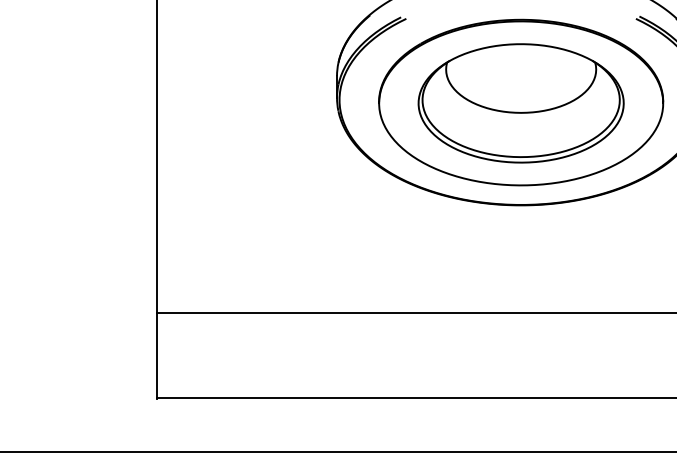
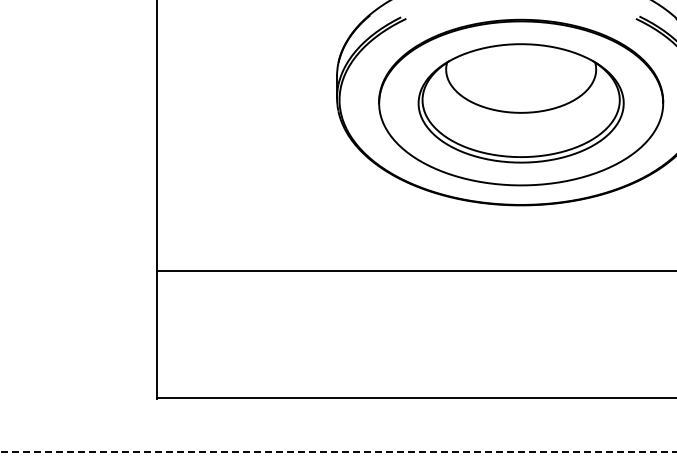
line at (414, 313) position: (414, 313) -> (414, 271)
line at (338, 451): solid -> dashed
